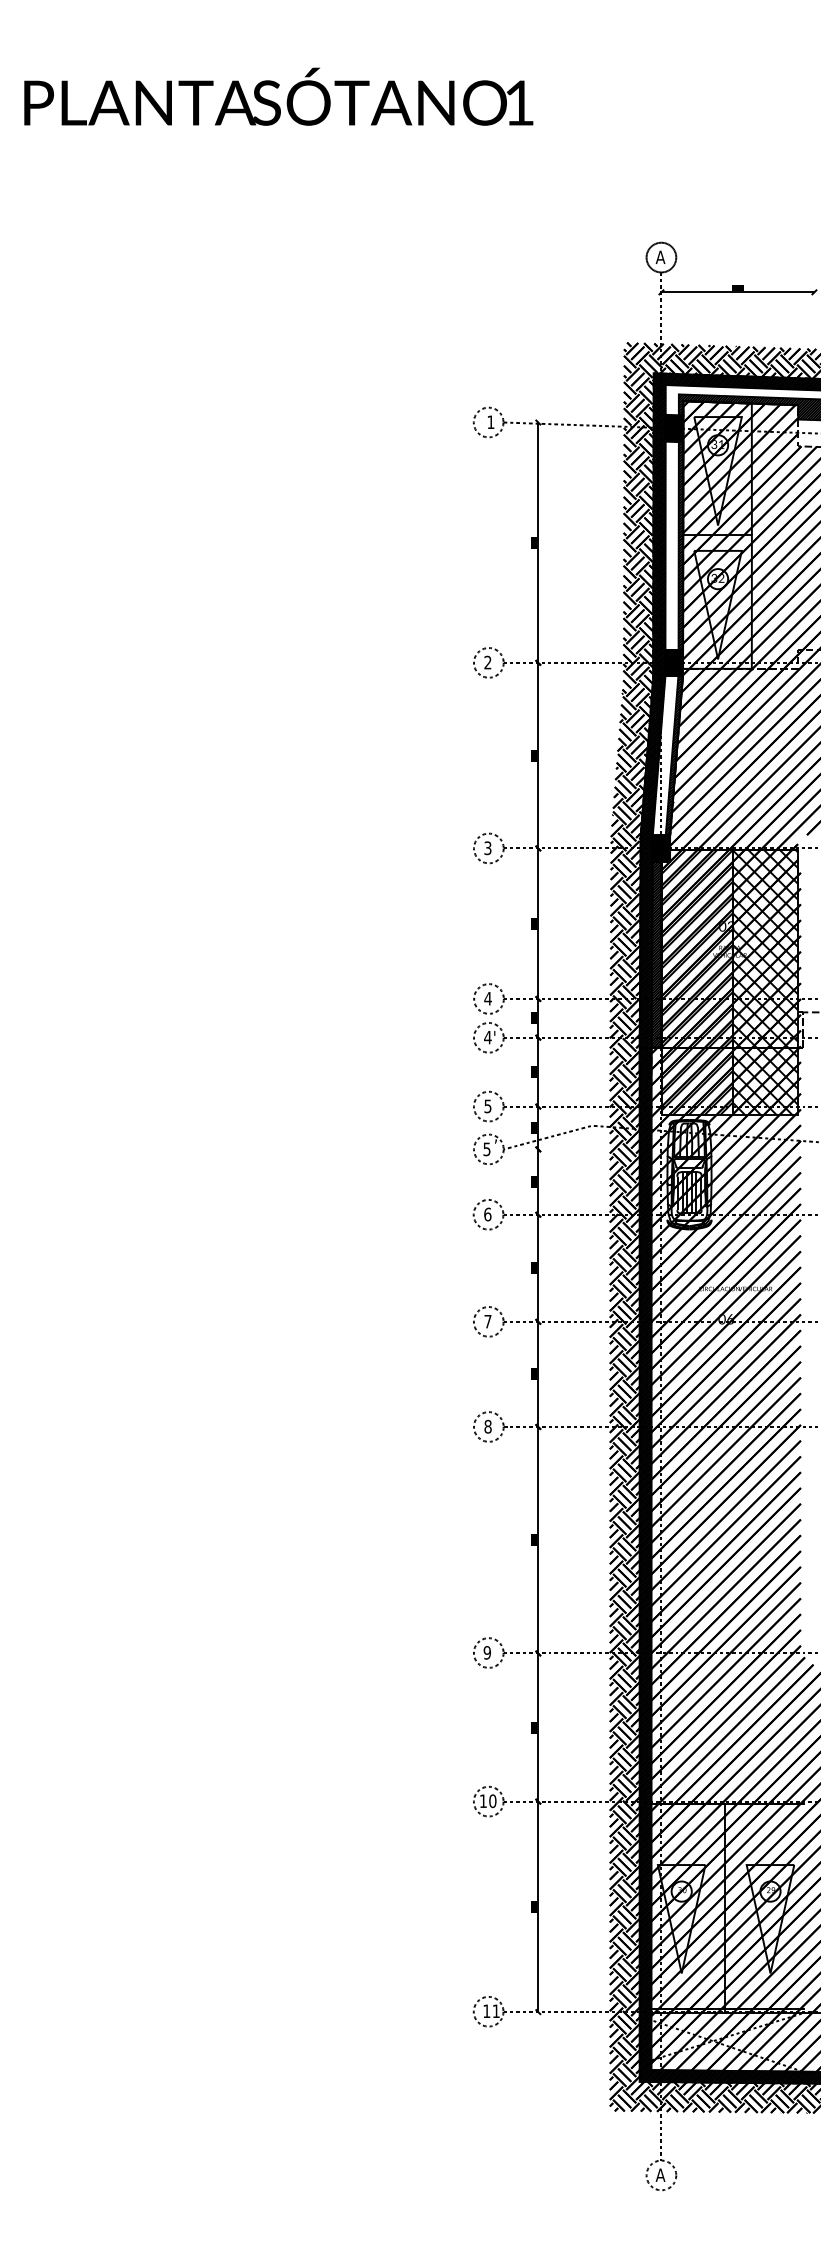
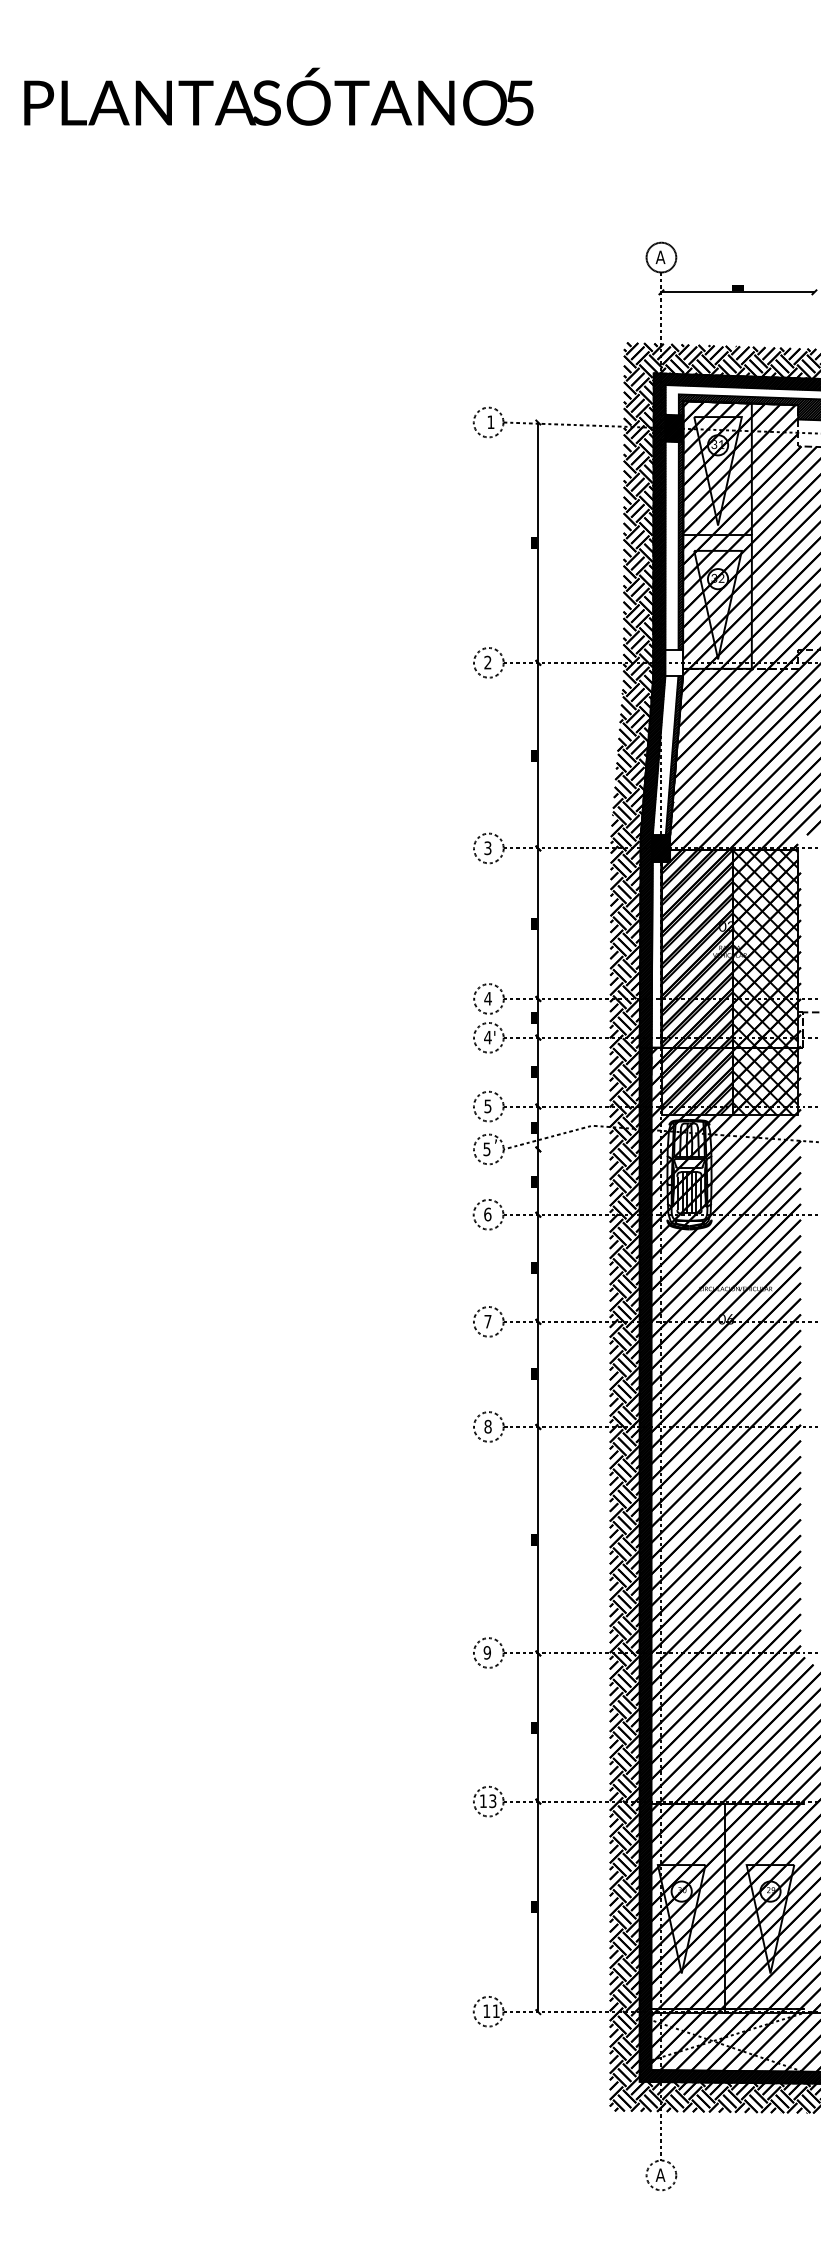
text at (519, 102): 1 -> 5
hatch at (673, 662): present -> none
hatch at (656, 954): present -> none
text at (492, 1801): 10 -> 13
